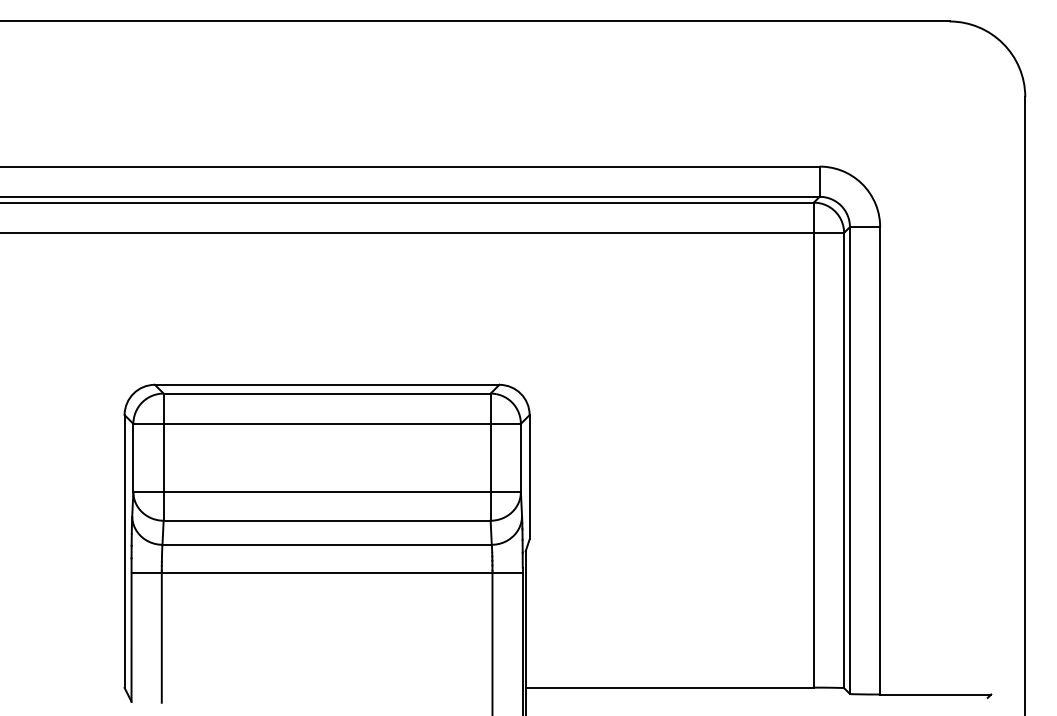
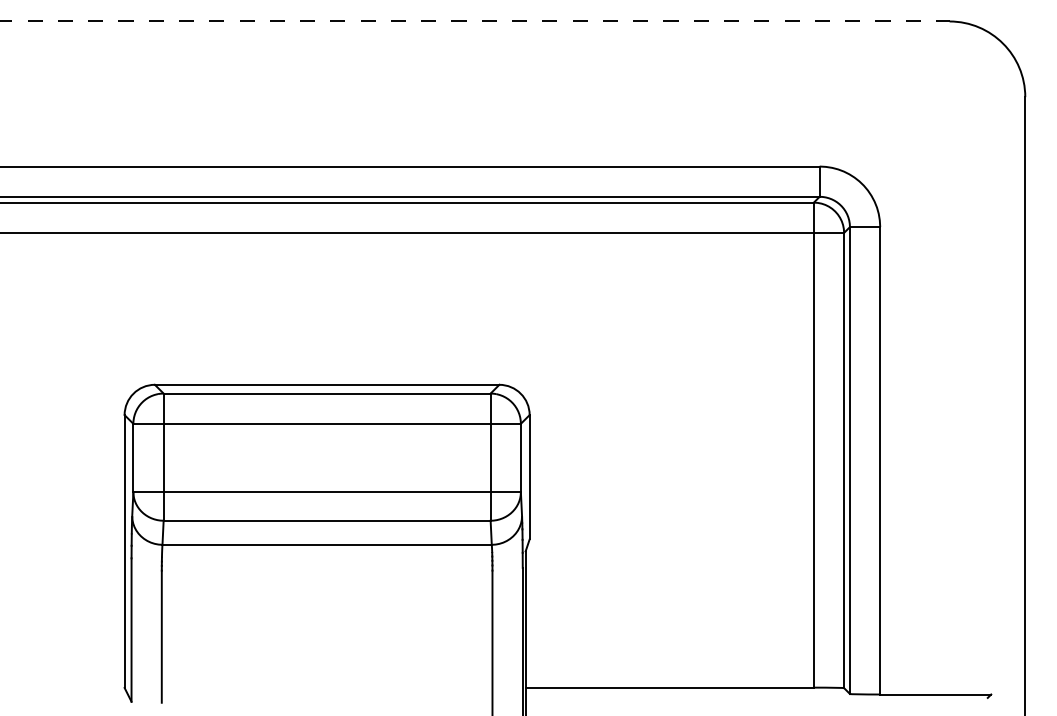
line at (474, 21): solid -> dashed
line at (326, 573): present -> none
